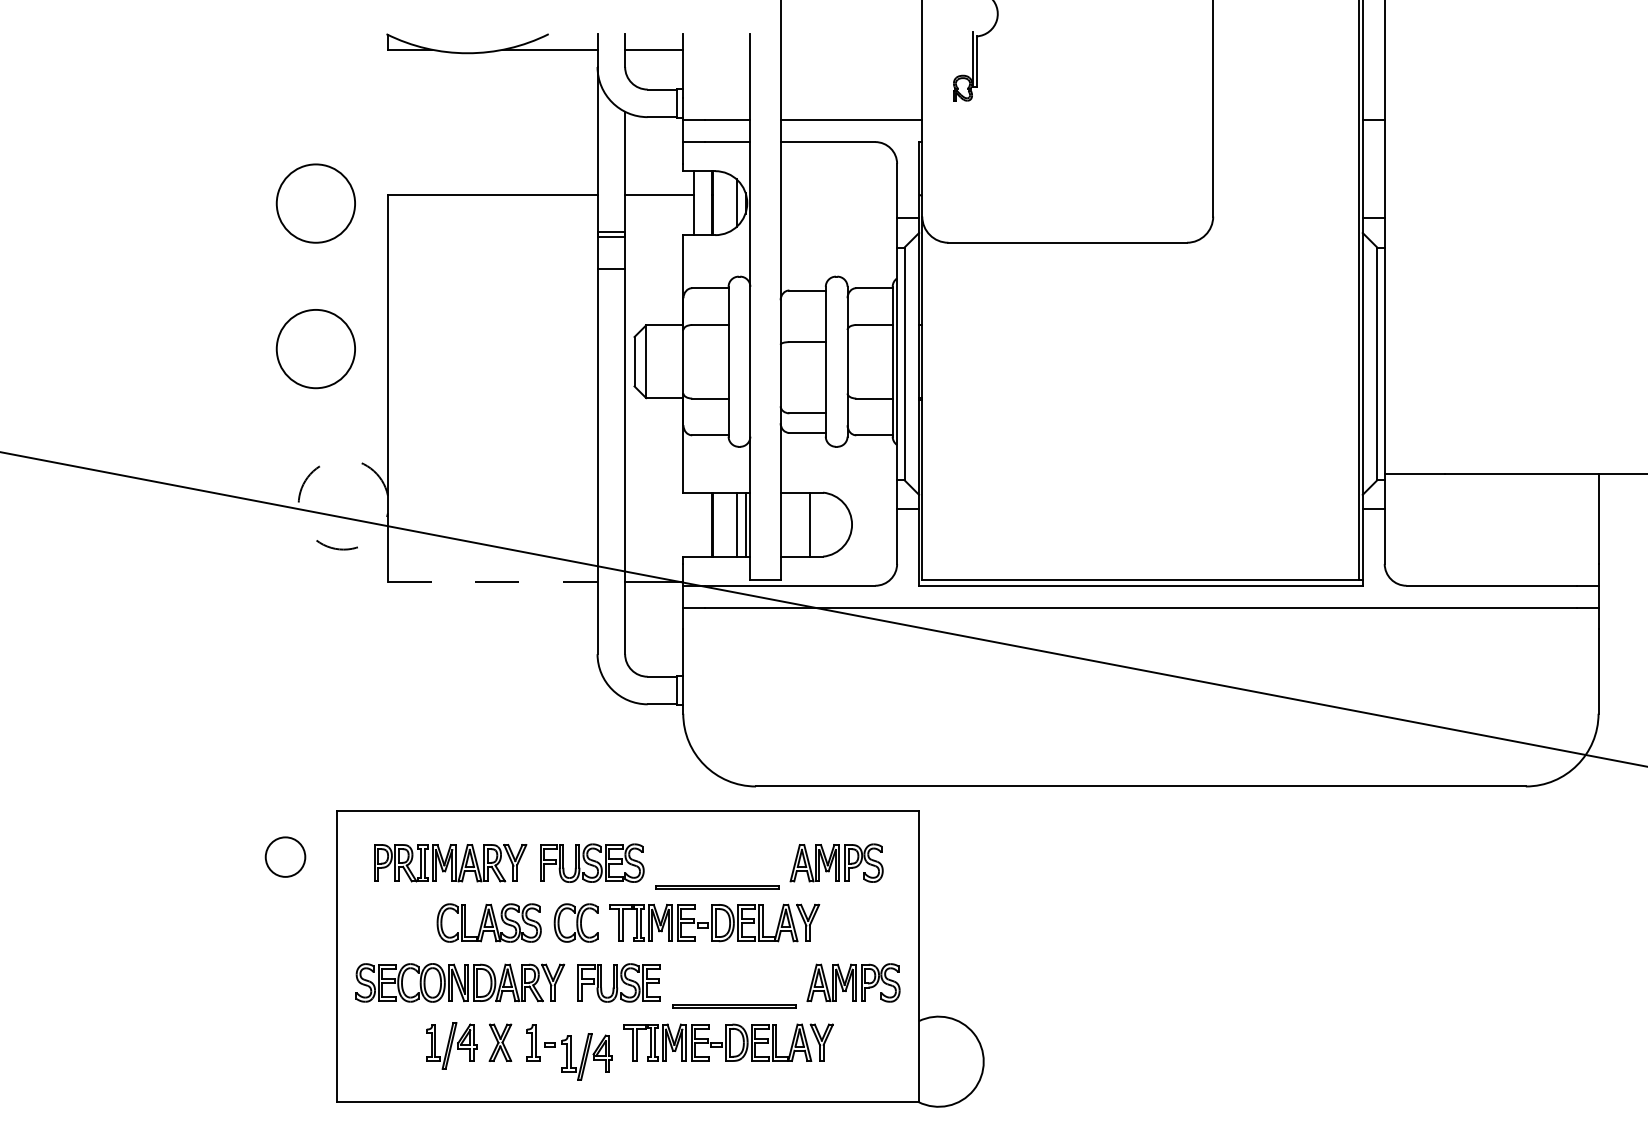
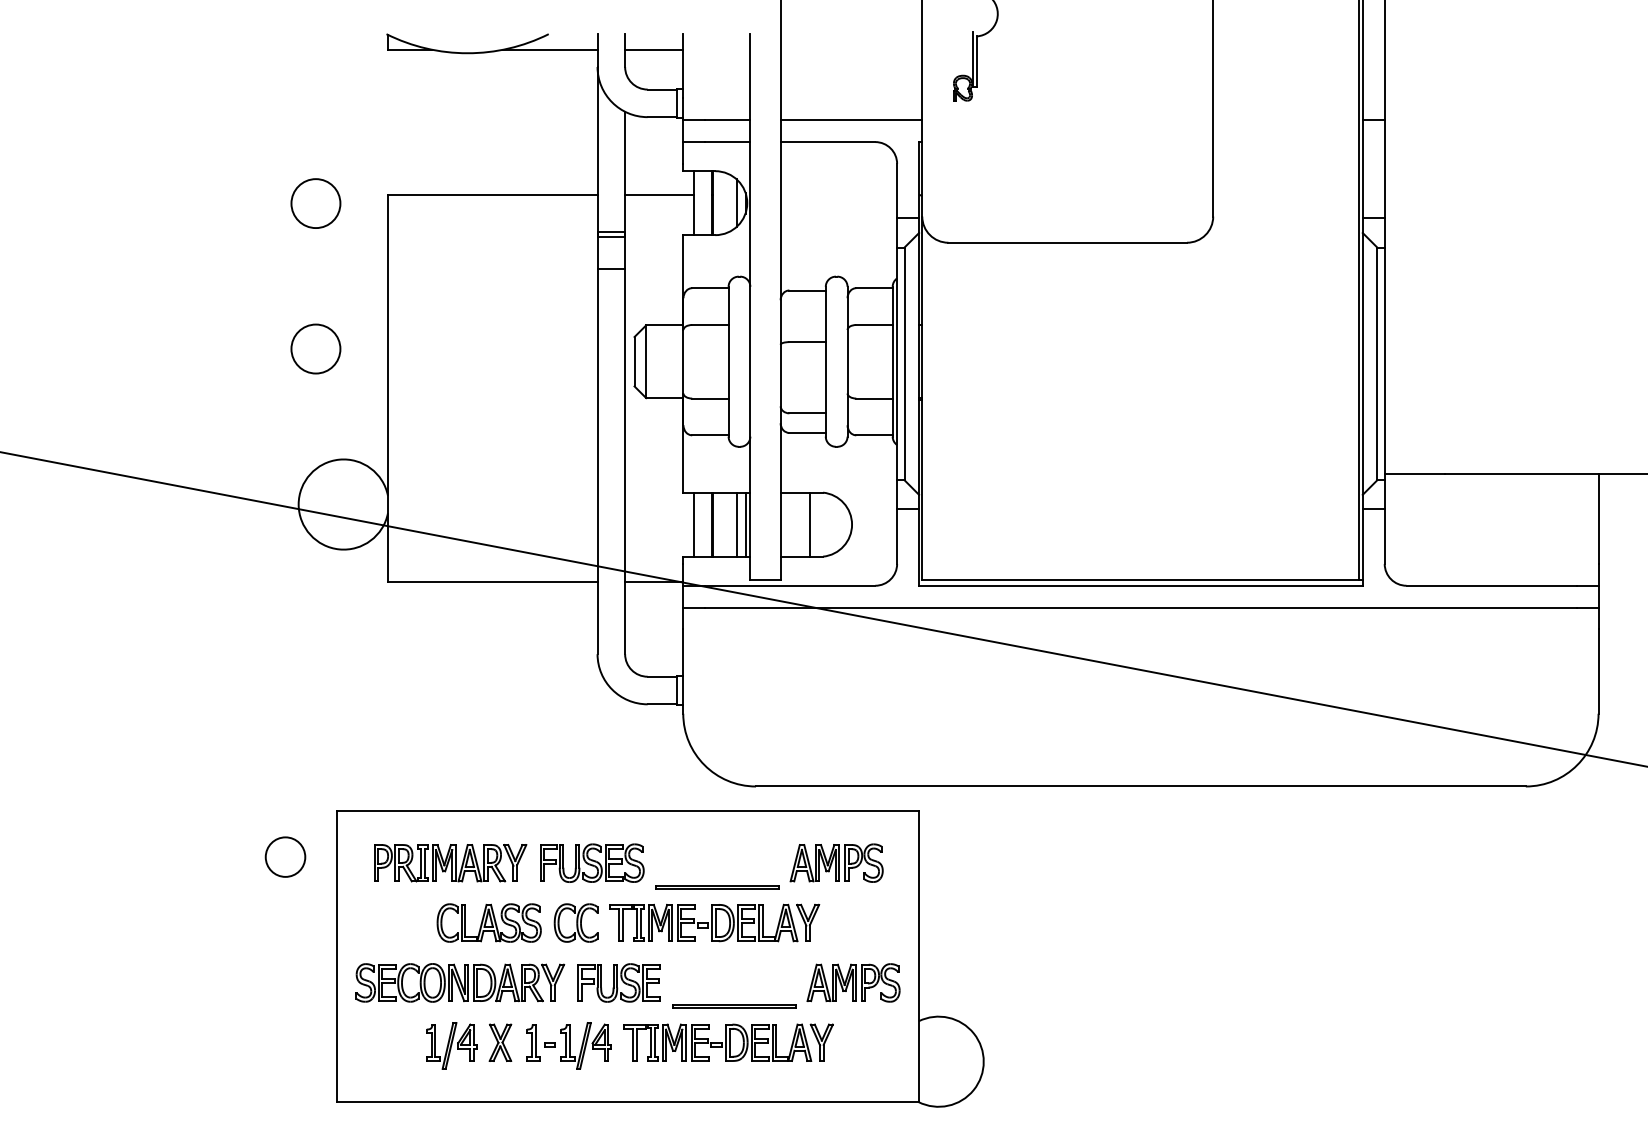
circle at (315, 203) diameter: 78 px -> 49 px
circle at (315, 348) diameter: 78 px -> 49 px
arc at (298, 504): dashed -> solid
line at (694, 524): none -> present
line at (492, 582): dashed -> solid
part at (586, 1056) position: (586, 1056) -> (585, 1045)
